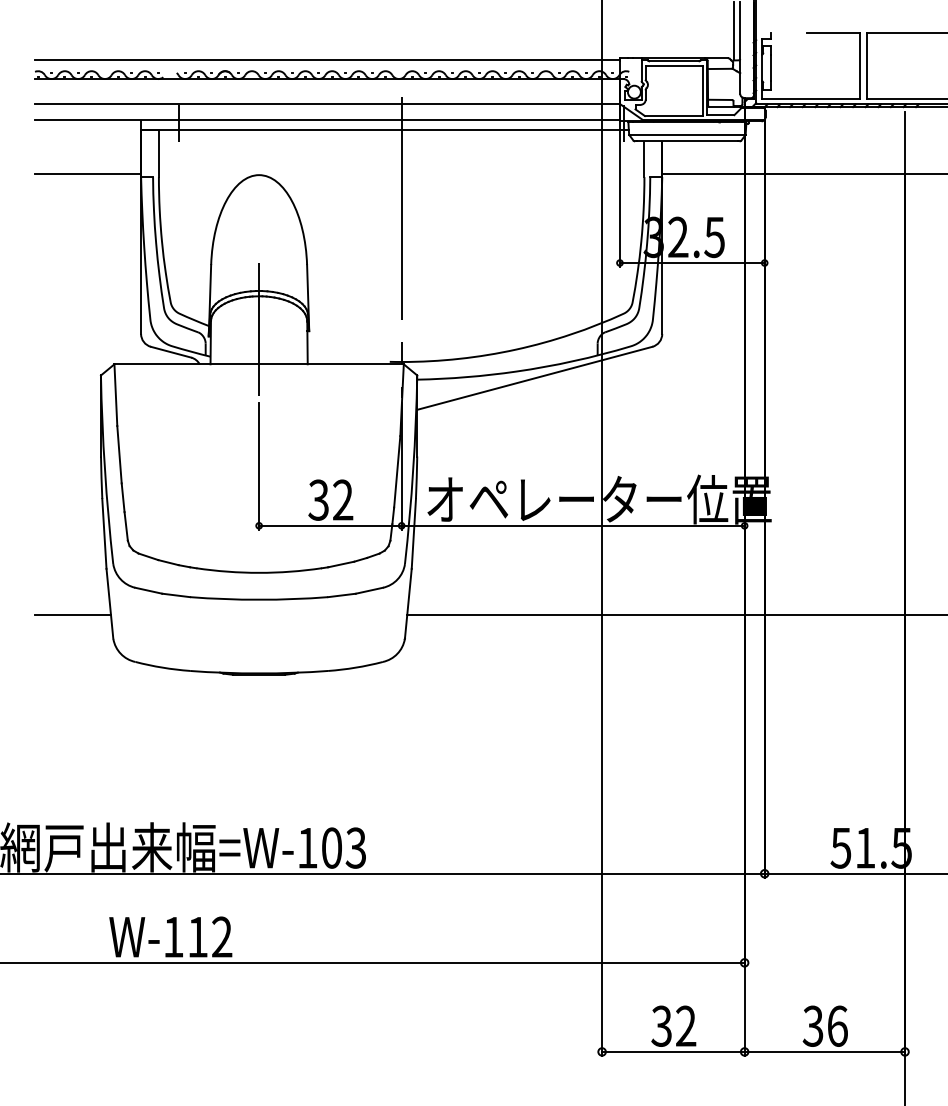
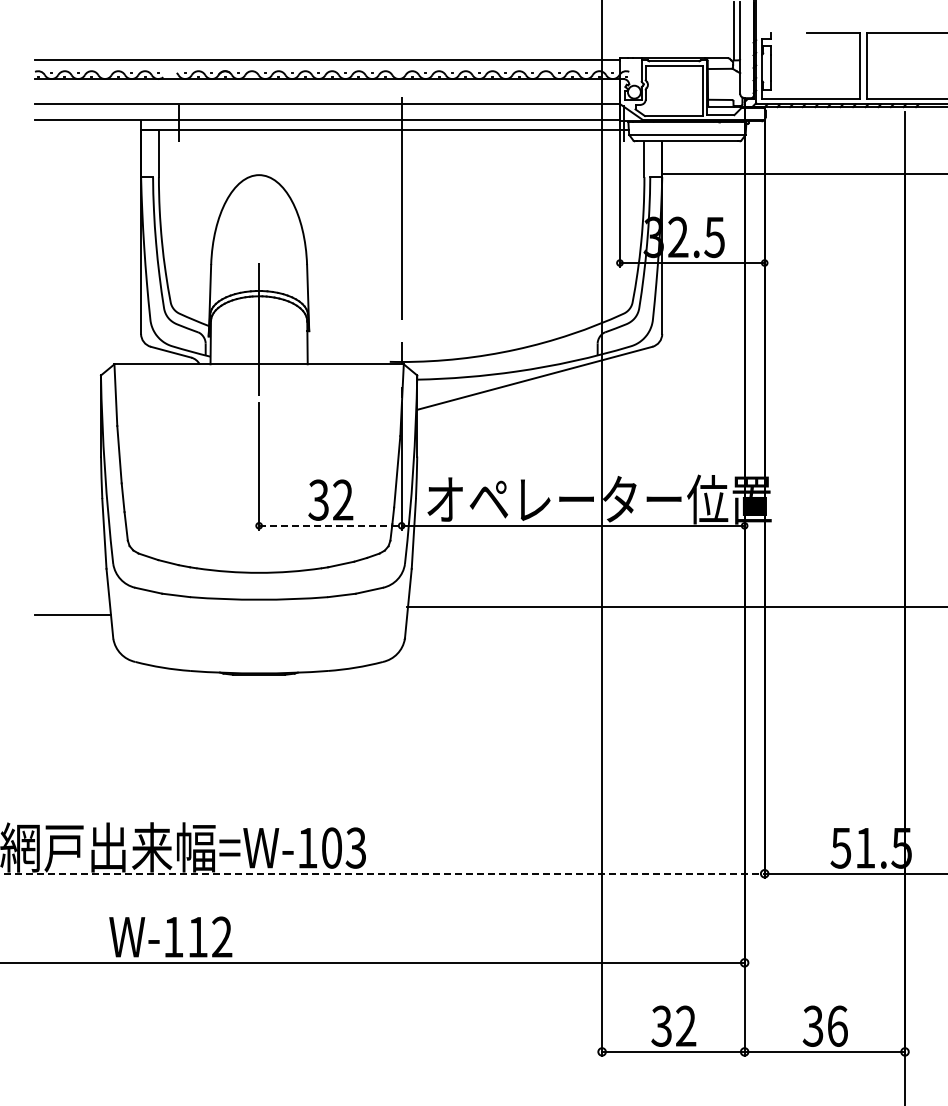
line at (88, 173): present -> none
line at (330, 525): solid -> dashed
line at (675, 614) position: (675, 614) -> (675, 606)
line at (382, 873): solid -> dashed
